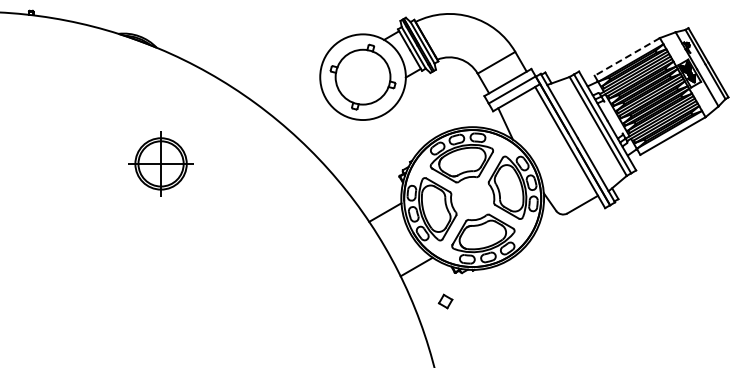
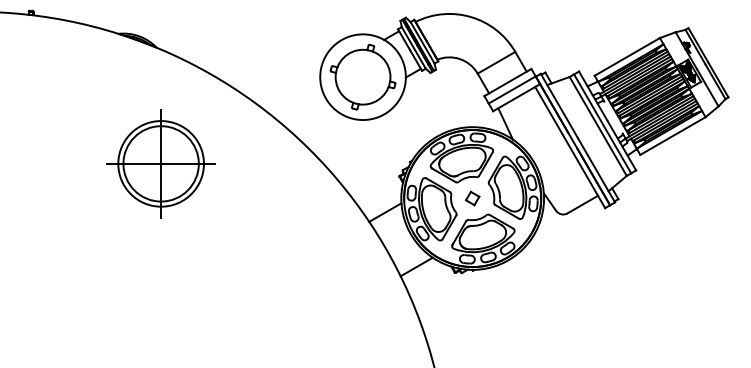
line at (627, 56): dashed -> solid
part at (160, 163) size: 66x66 px -> 110x110 px
part at (445, 301) position: (445, 301) -> (472, 198)
